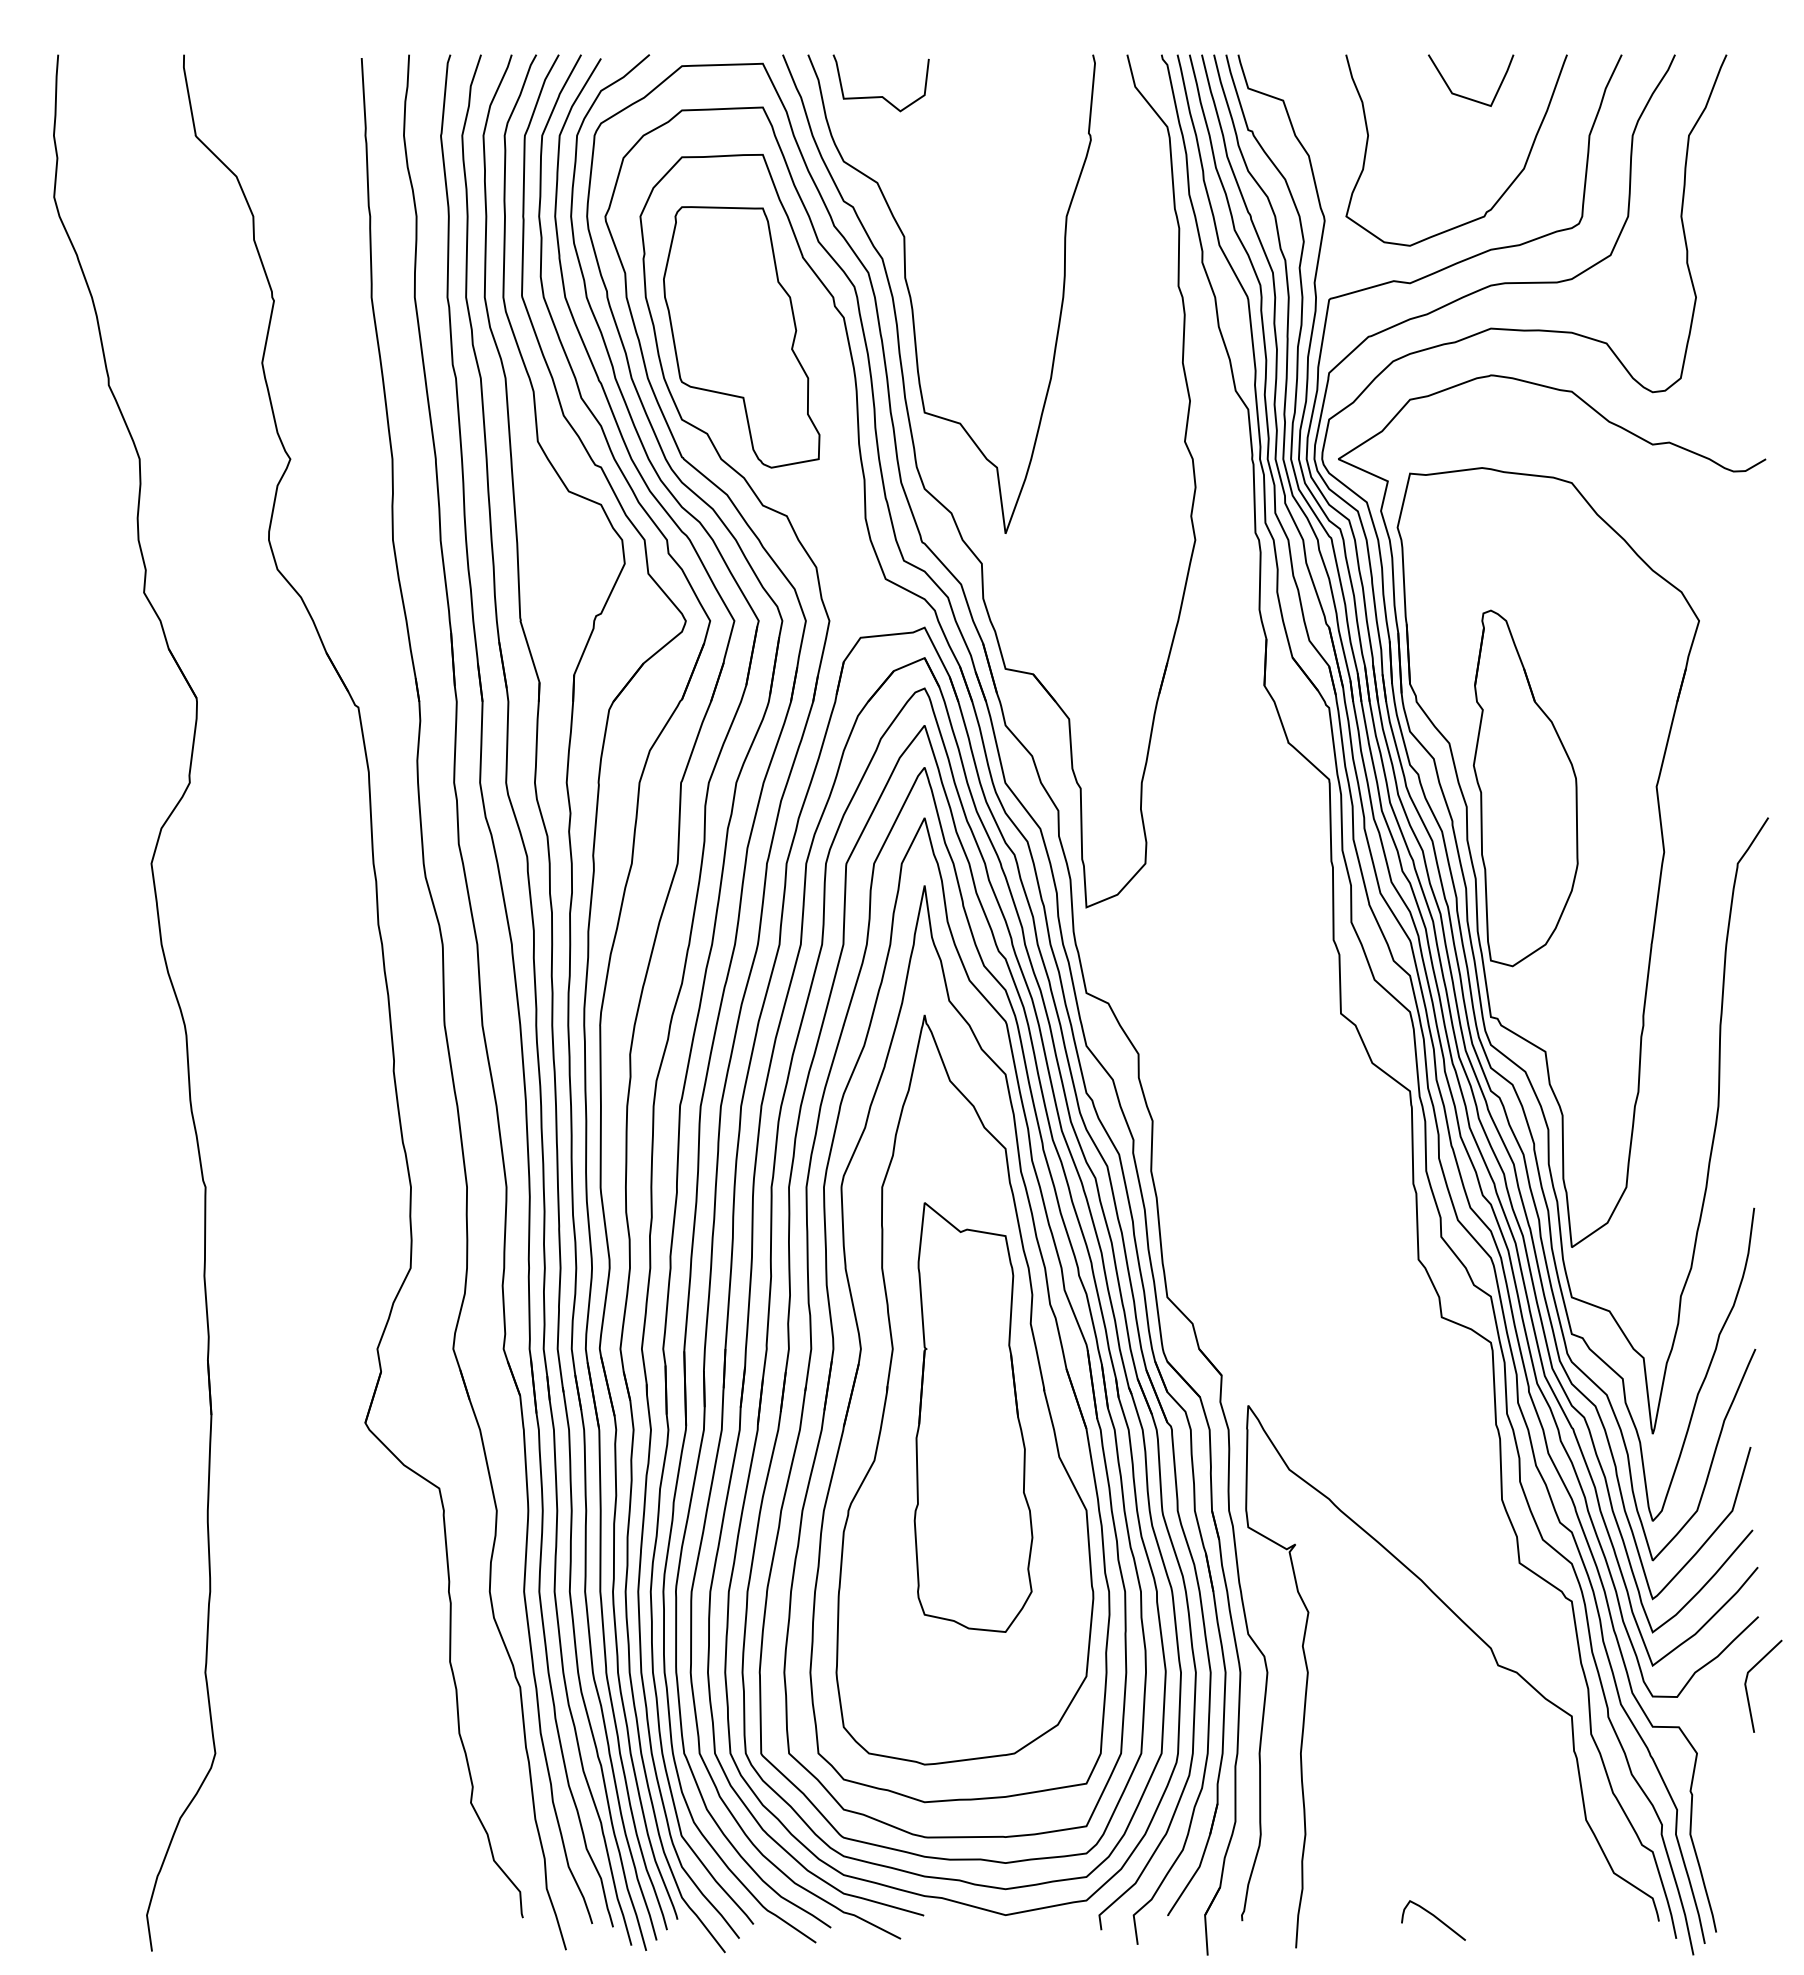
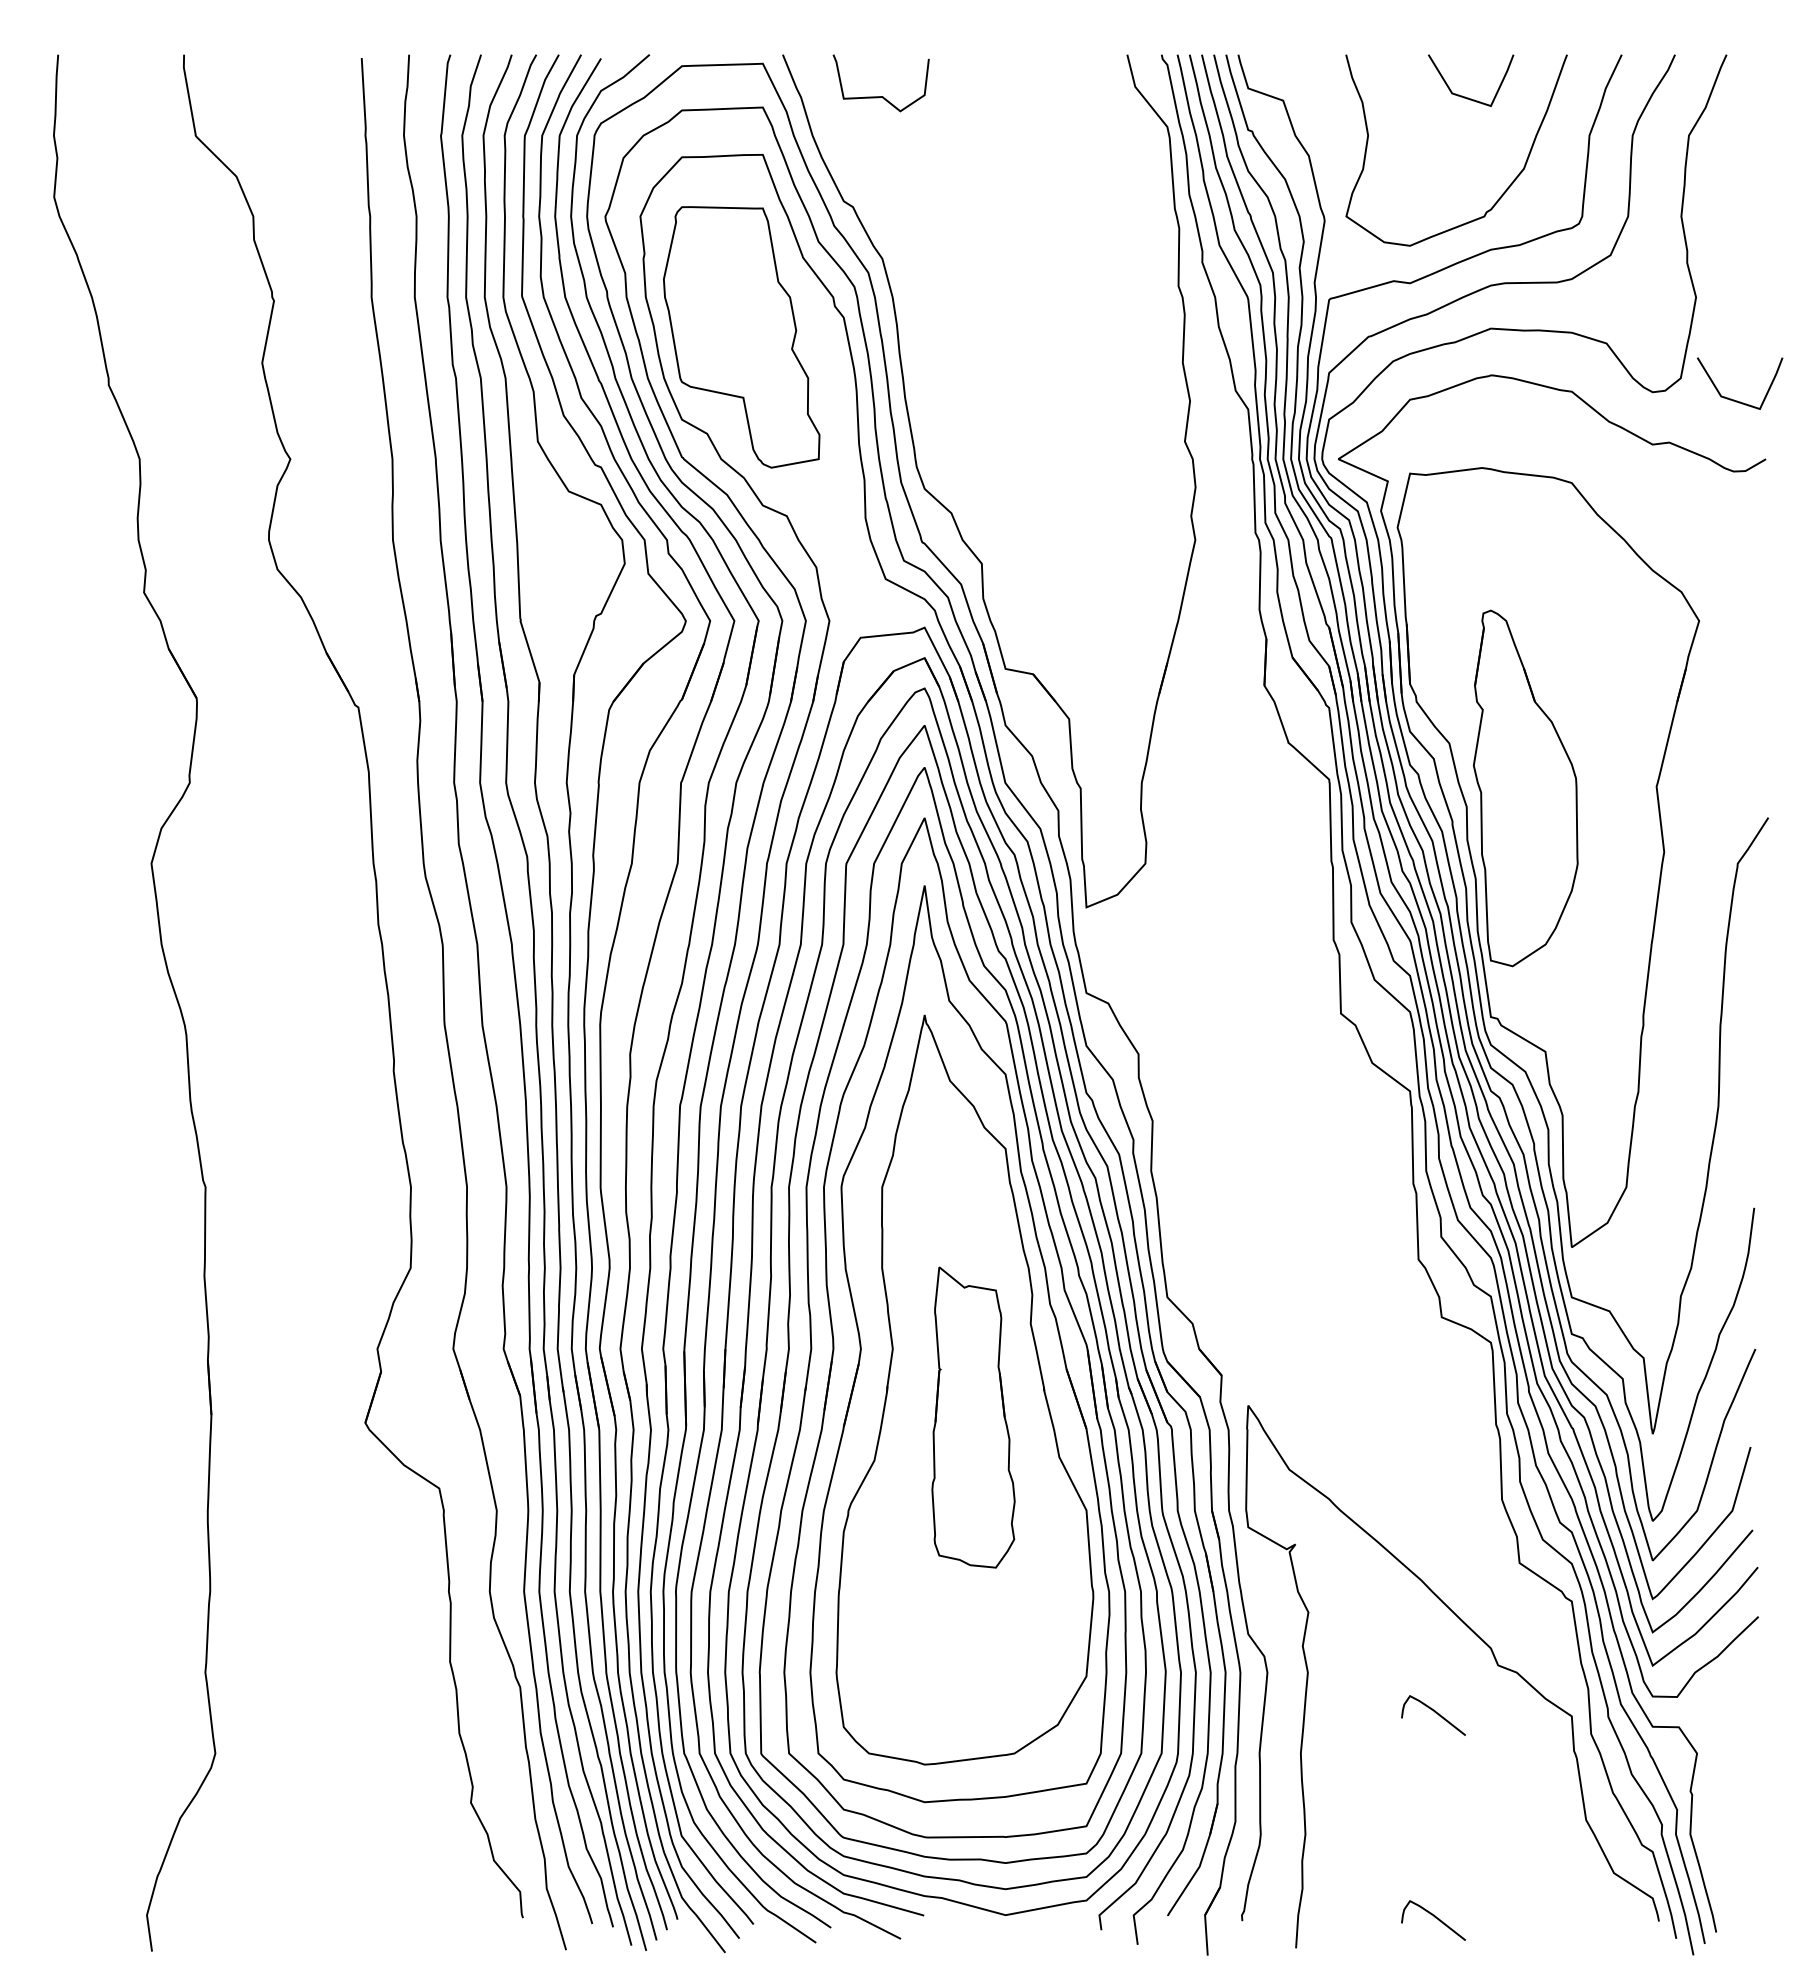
curve at (912, 302): present -> none
line at (1734, 399): none -> present
part at (973, 1417) size: 121x431 px -> 85x303 px
line at (1747, 1689): present -> none
curve at (1435, 1713): none -> present
